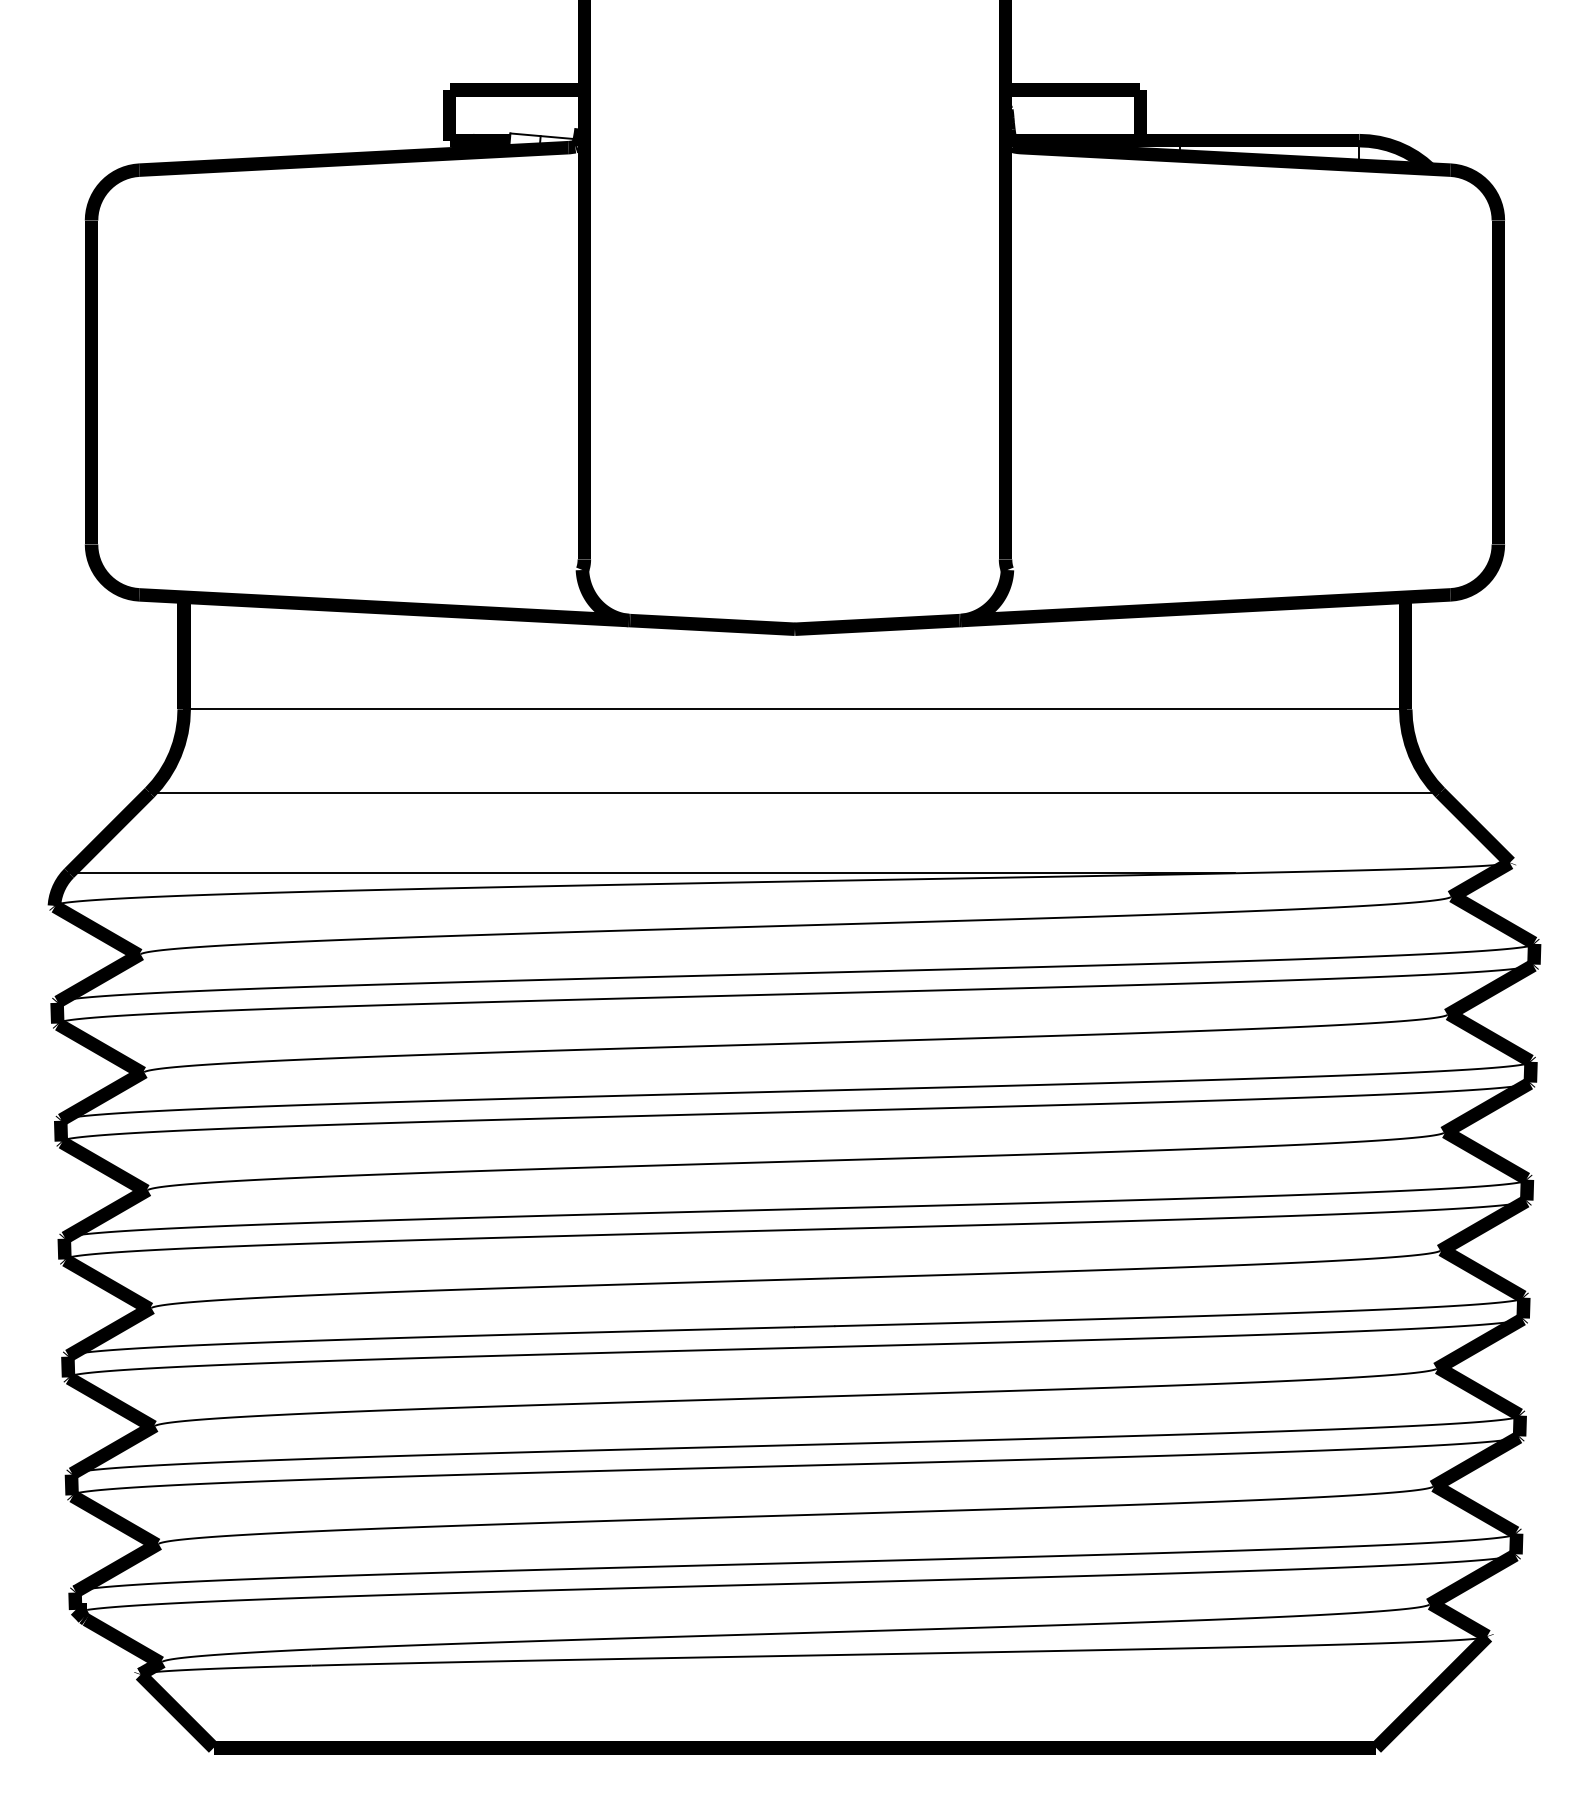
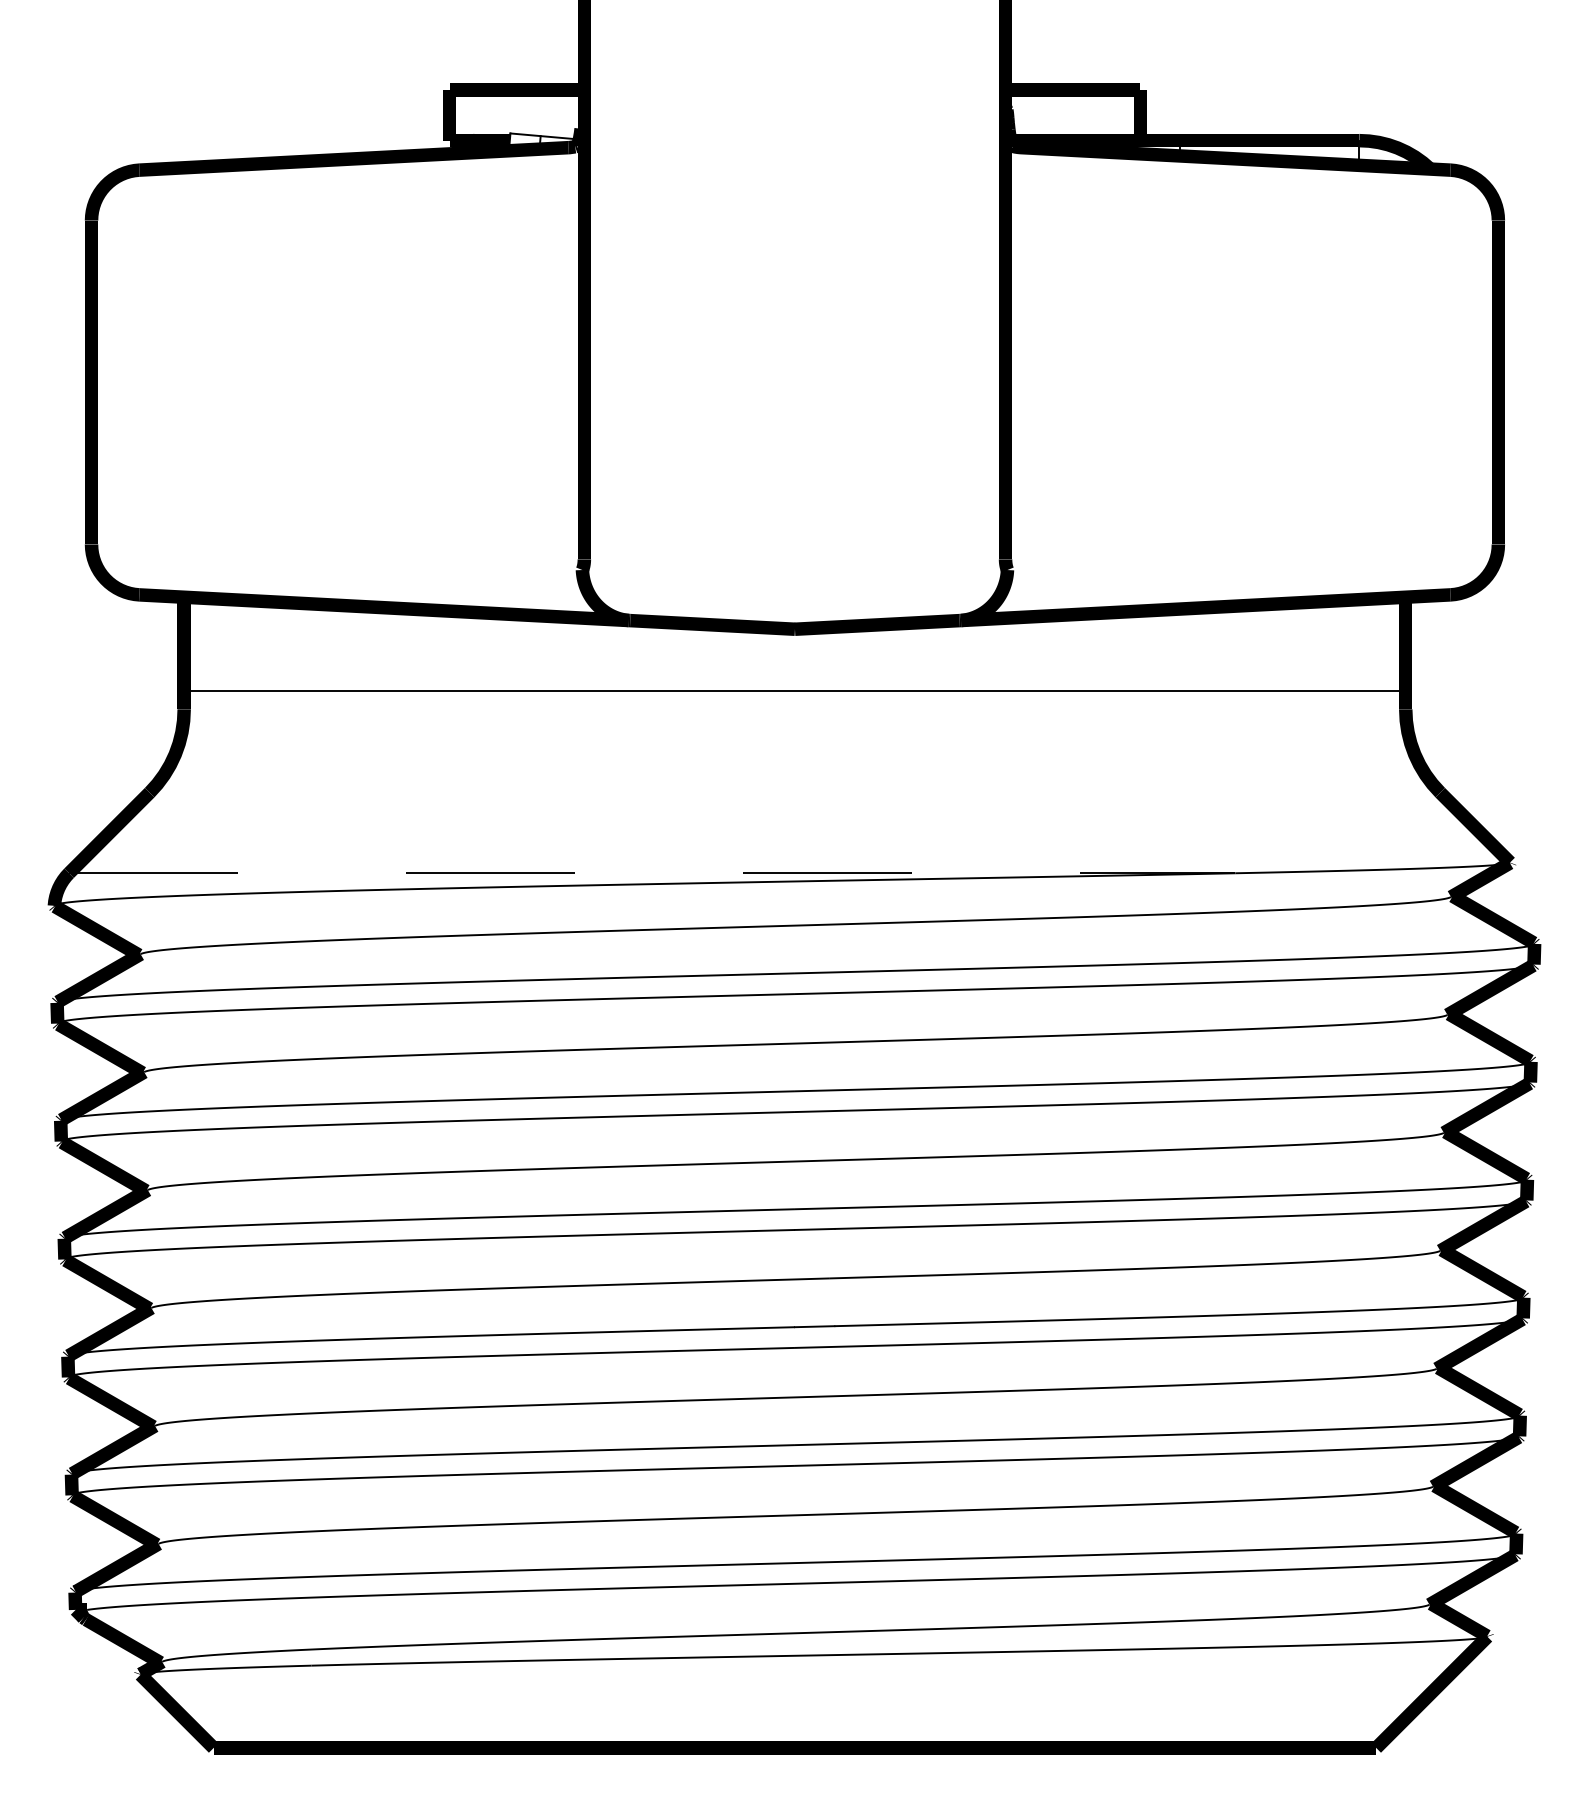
line at (794, 709) position: (794, 709) -> (794, 691)
line at (794, 792): present -> none
line at (652, 873): solid -> dashed
